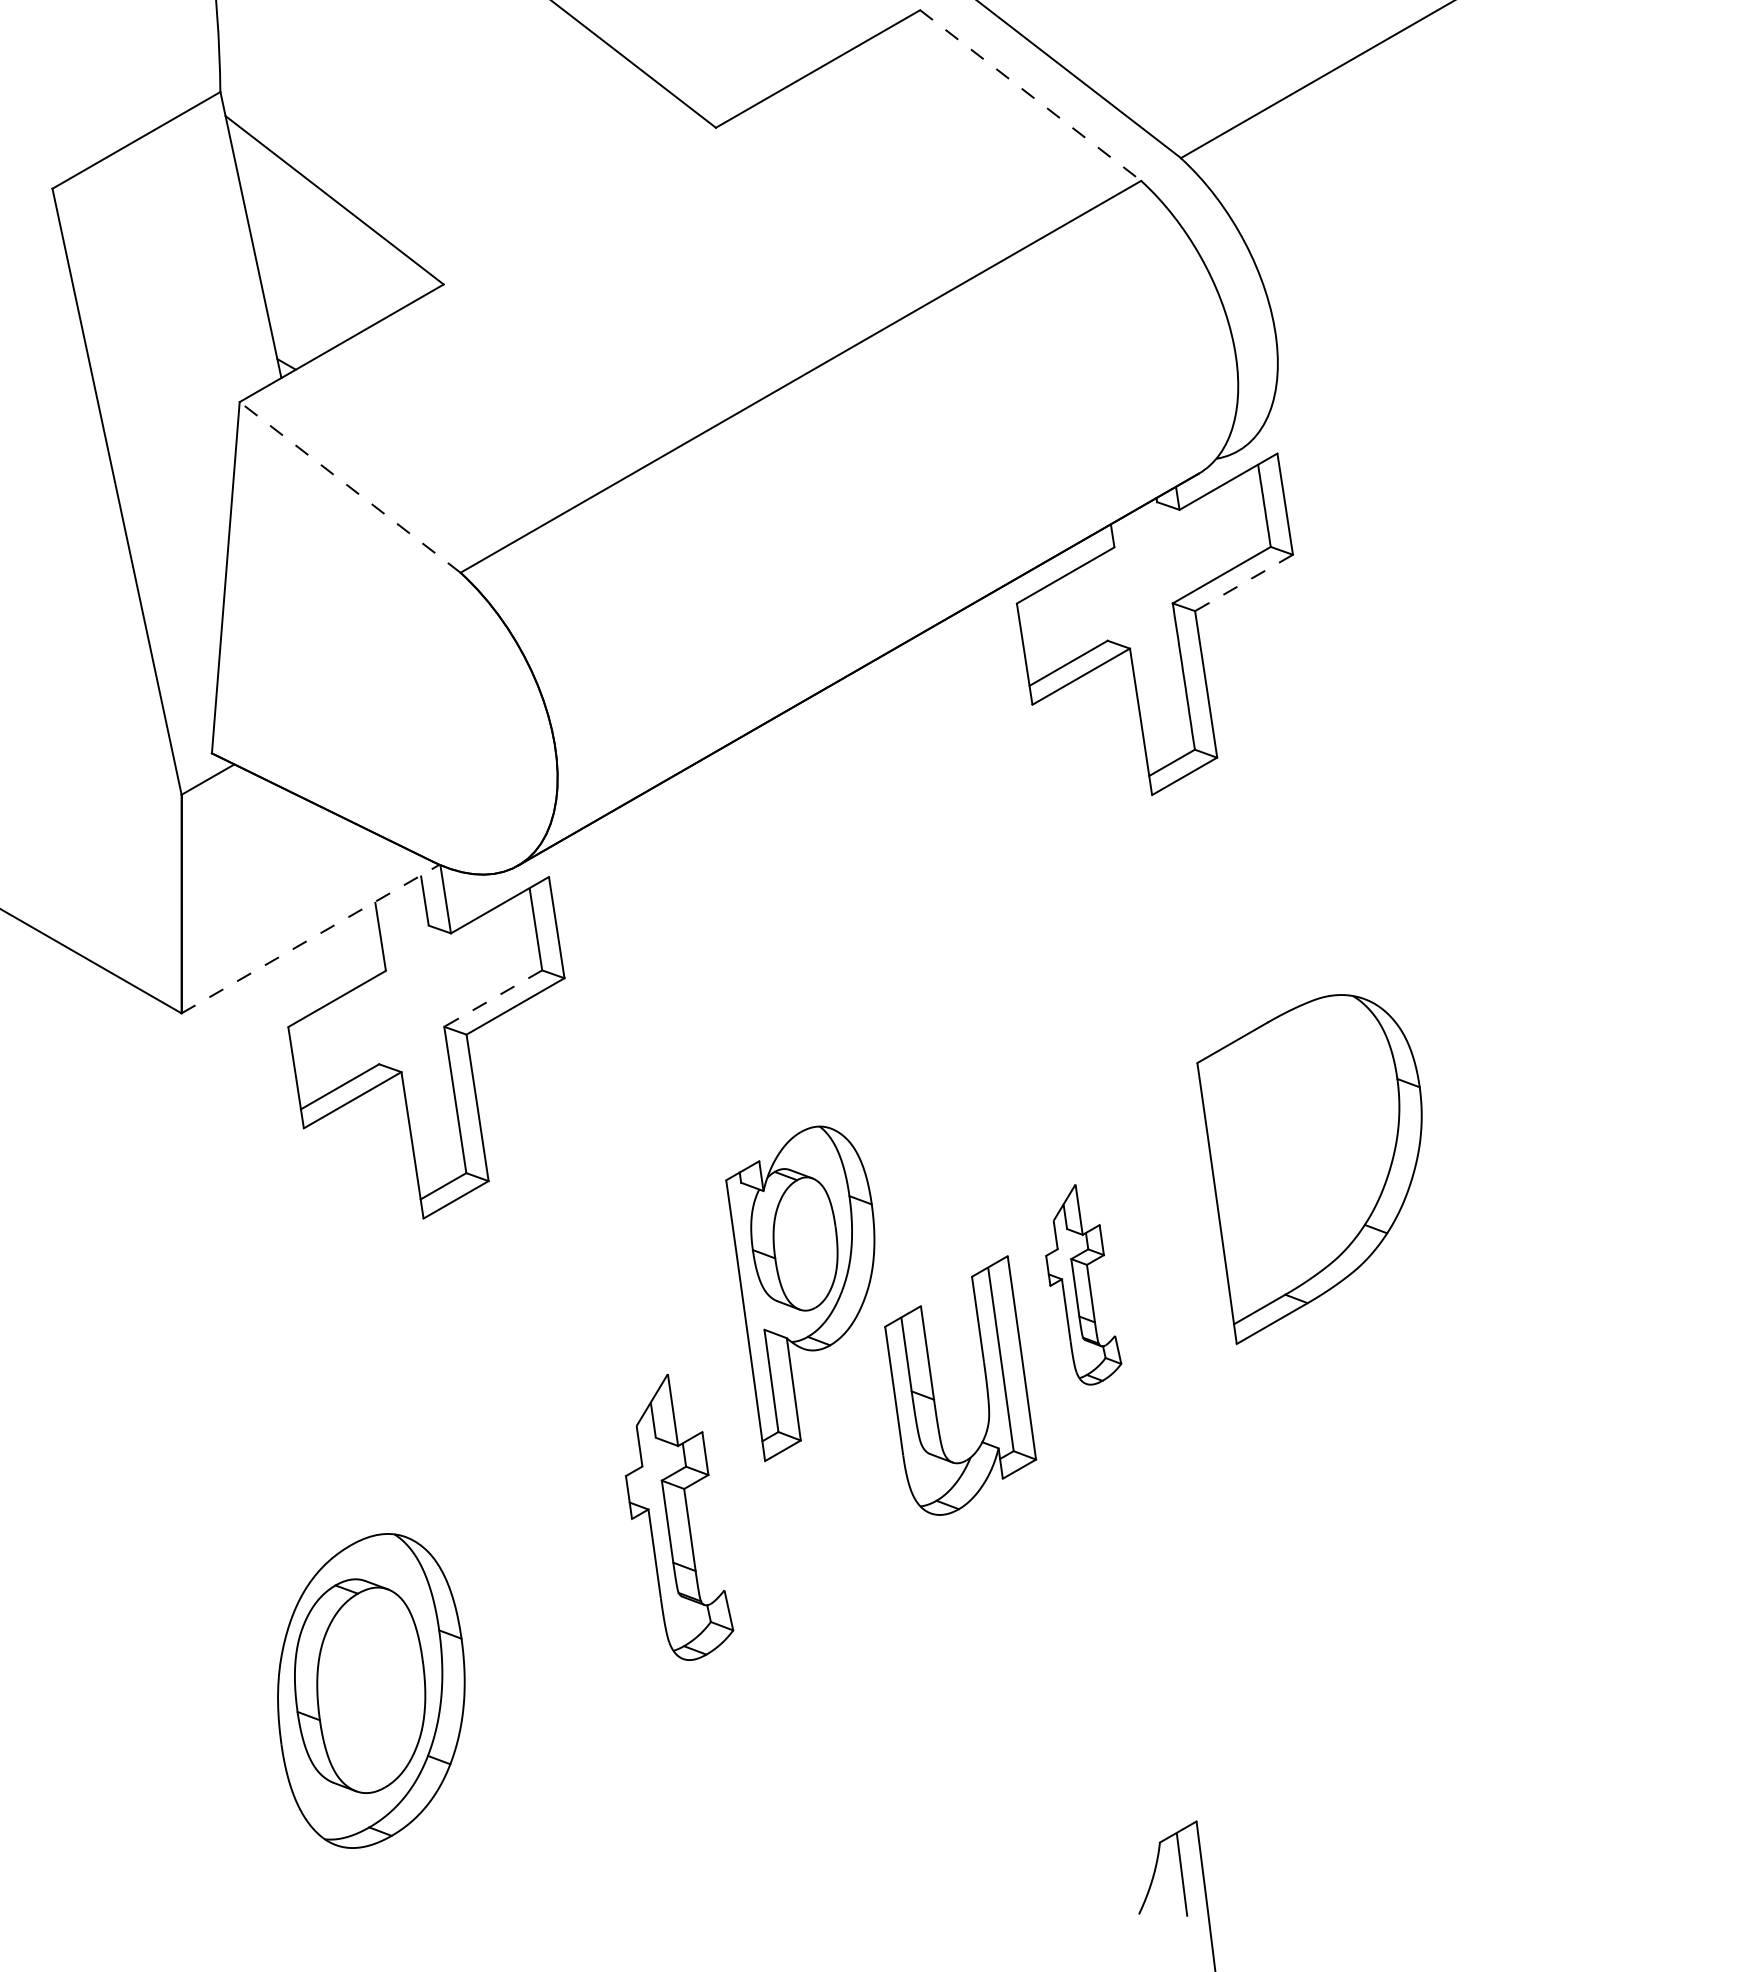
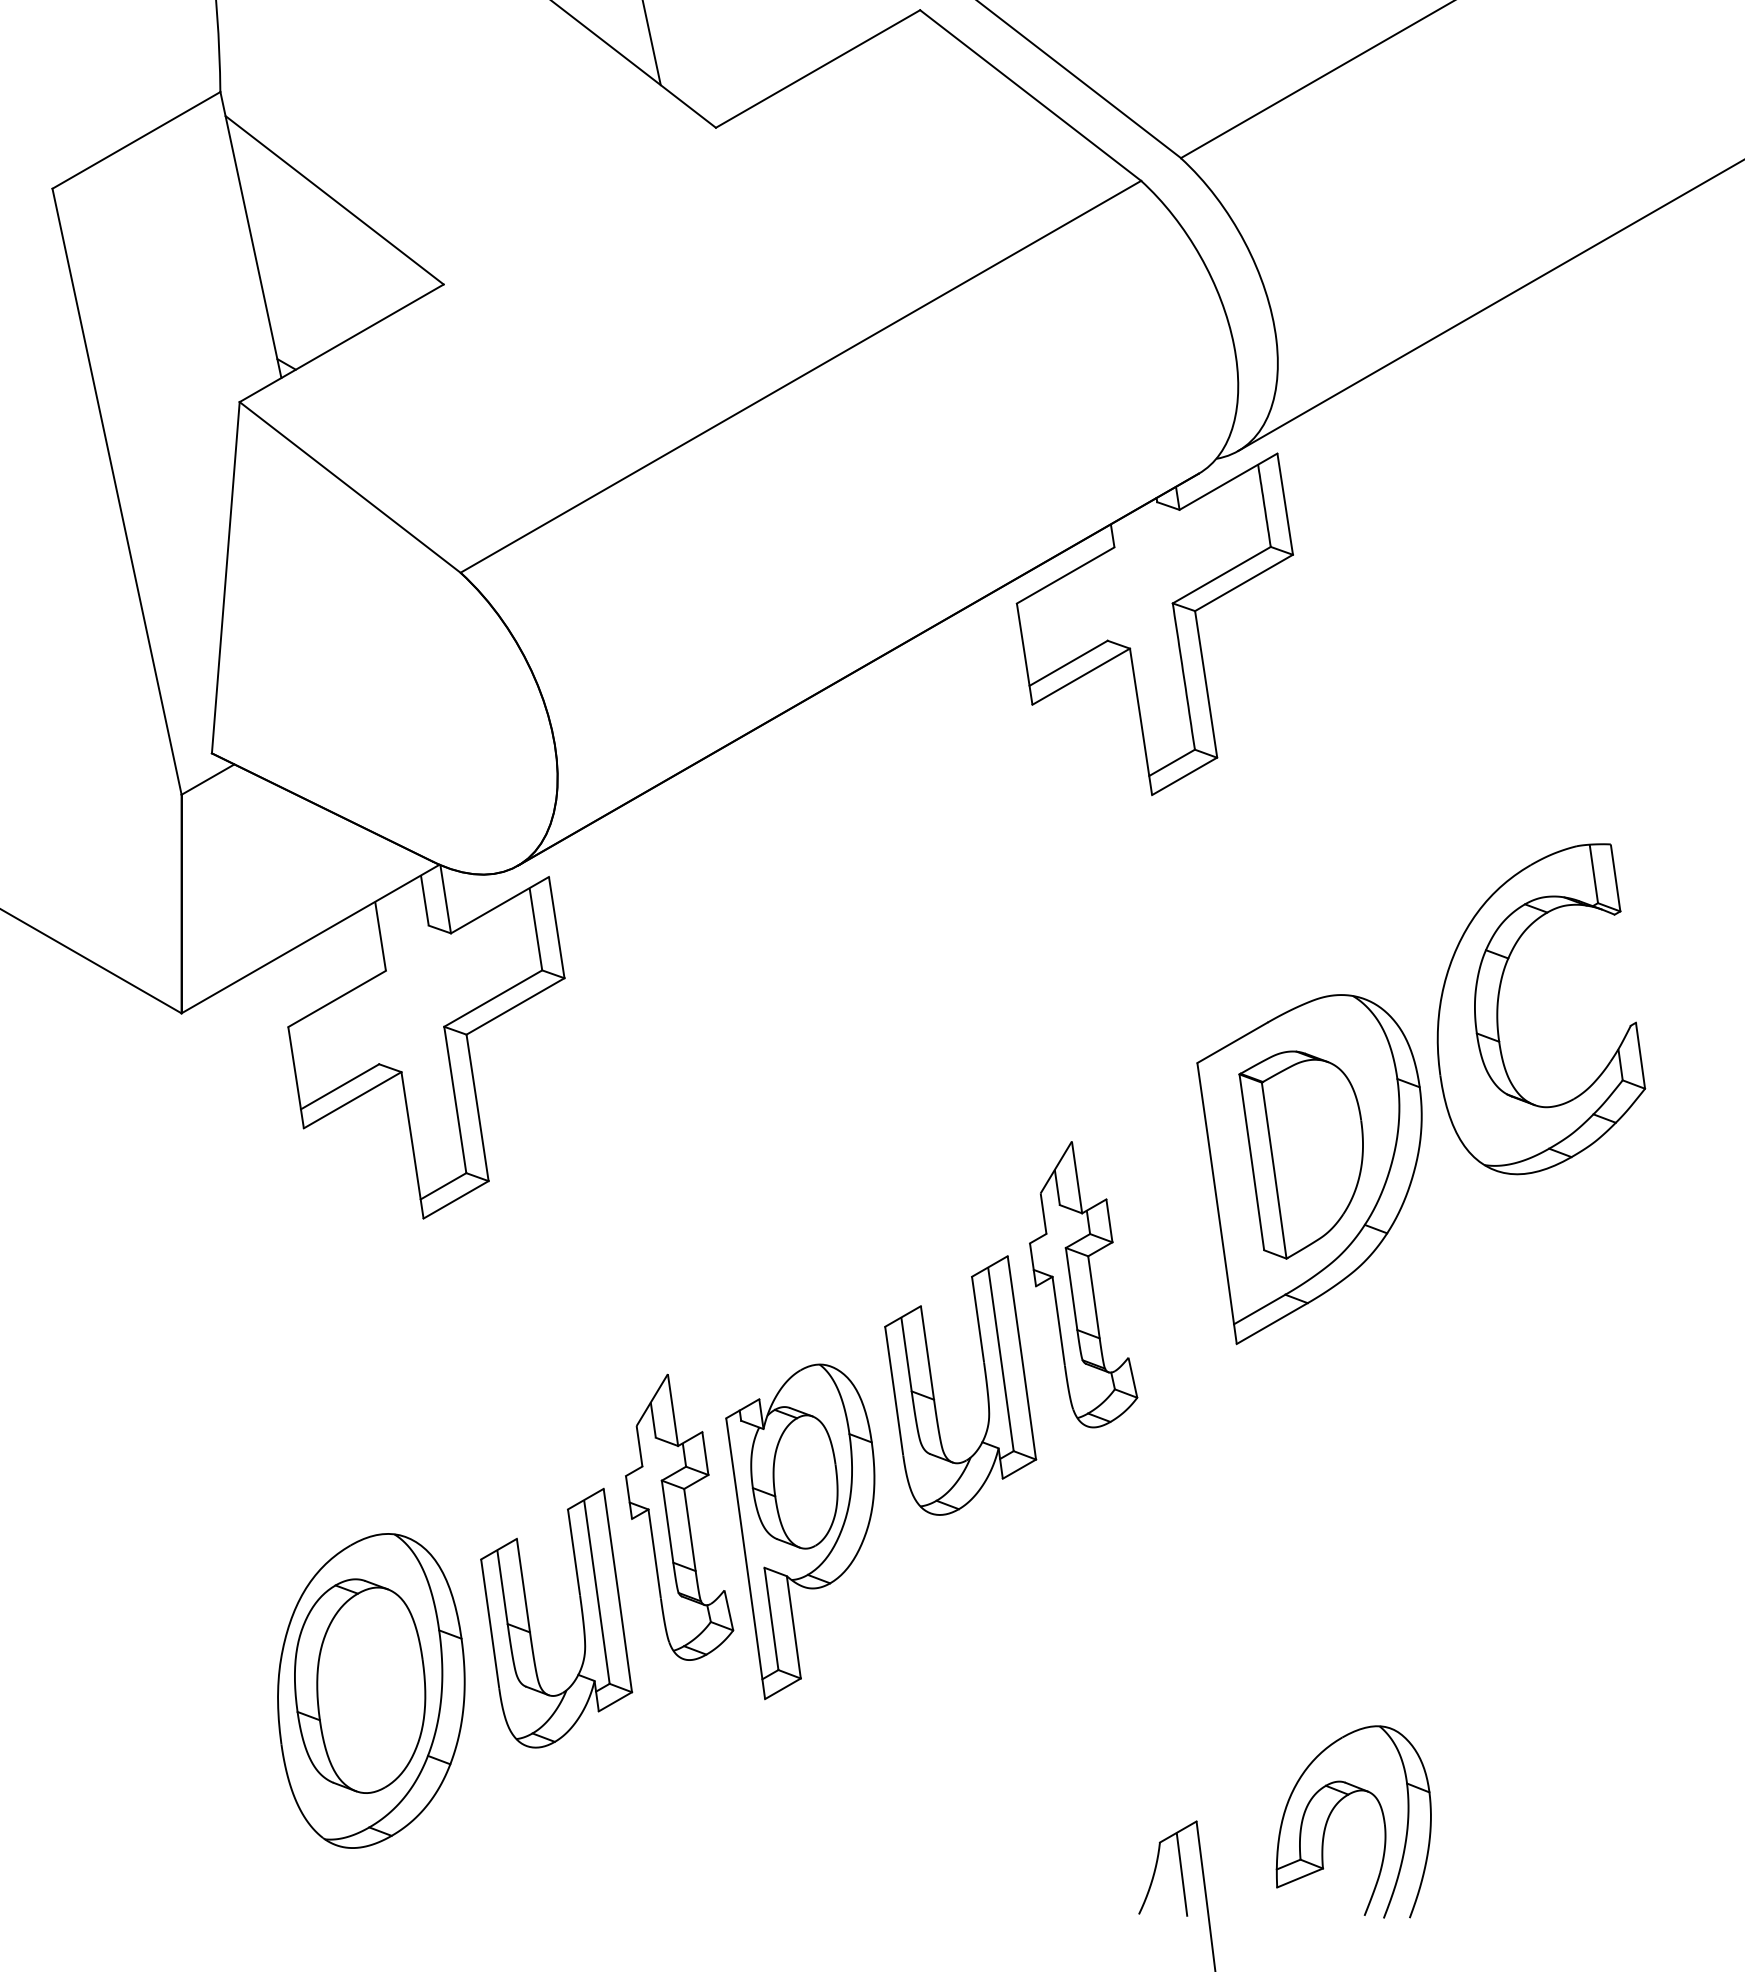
line at (651, 43): none -> present
line at (1030, 95): dashed -> solid
line at (1489, 306): none -> present
line at (350, 487): dashed -> solid
line at (1243, 583): dashed -> solid
line at (310, 939): dashed -> solid
line at (493, 998): dashed -> solid
part at (1498, 1009): none -> present
part at (1300, 1154): none -> present
part at (1083, 1284) size: 78x202 px -> 110x288 px
part at (800, 1293) position: (800, 1293) -> (800, 1531)
part at (581, 1616): none -> present
part at (1336, 1806): none -> present
